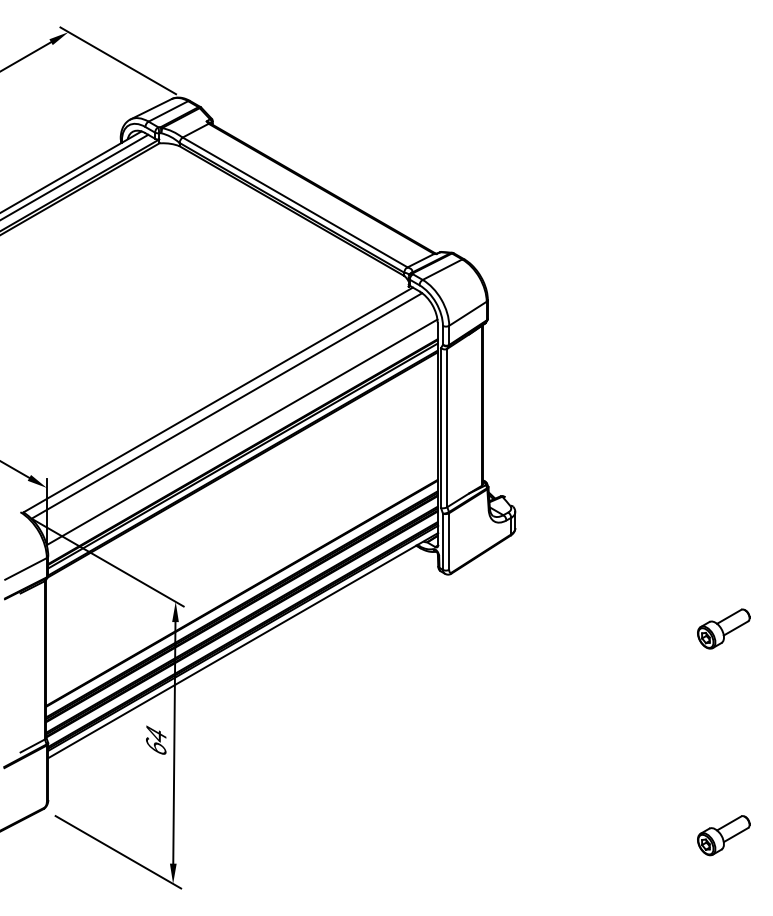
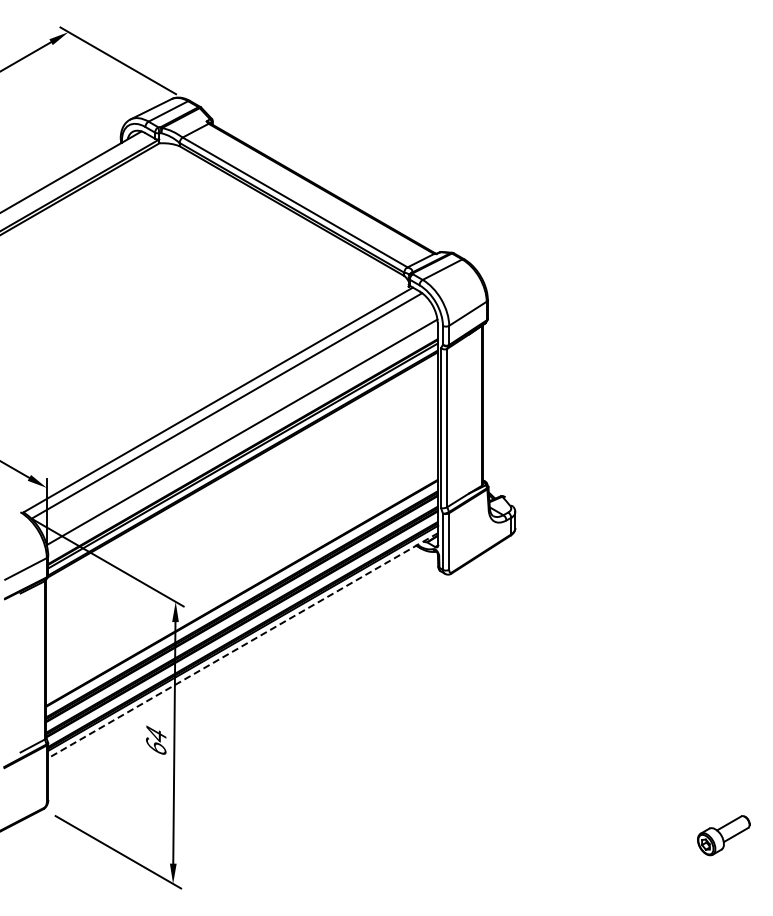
line at (75, 176): present -> none
part at (723, 628): present -> none
line at (242, 645): solid -> dashed
